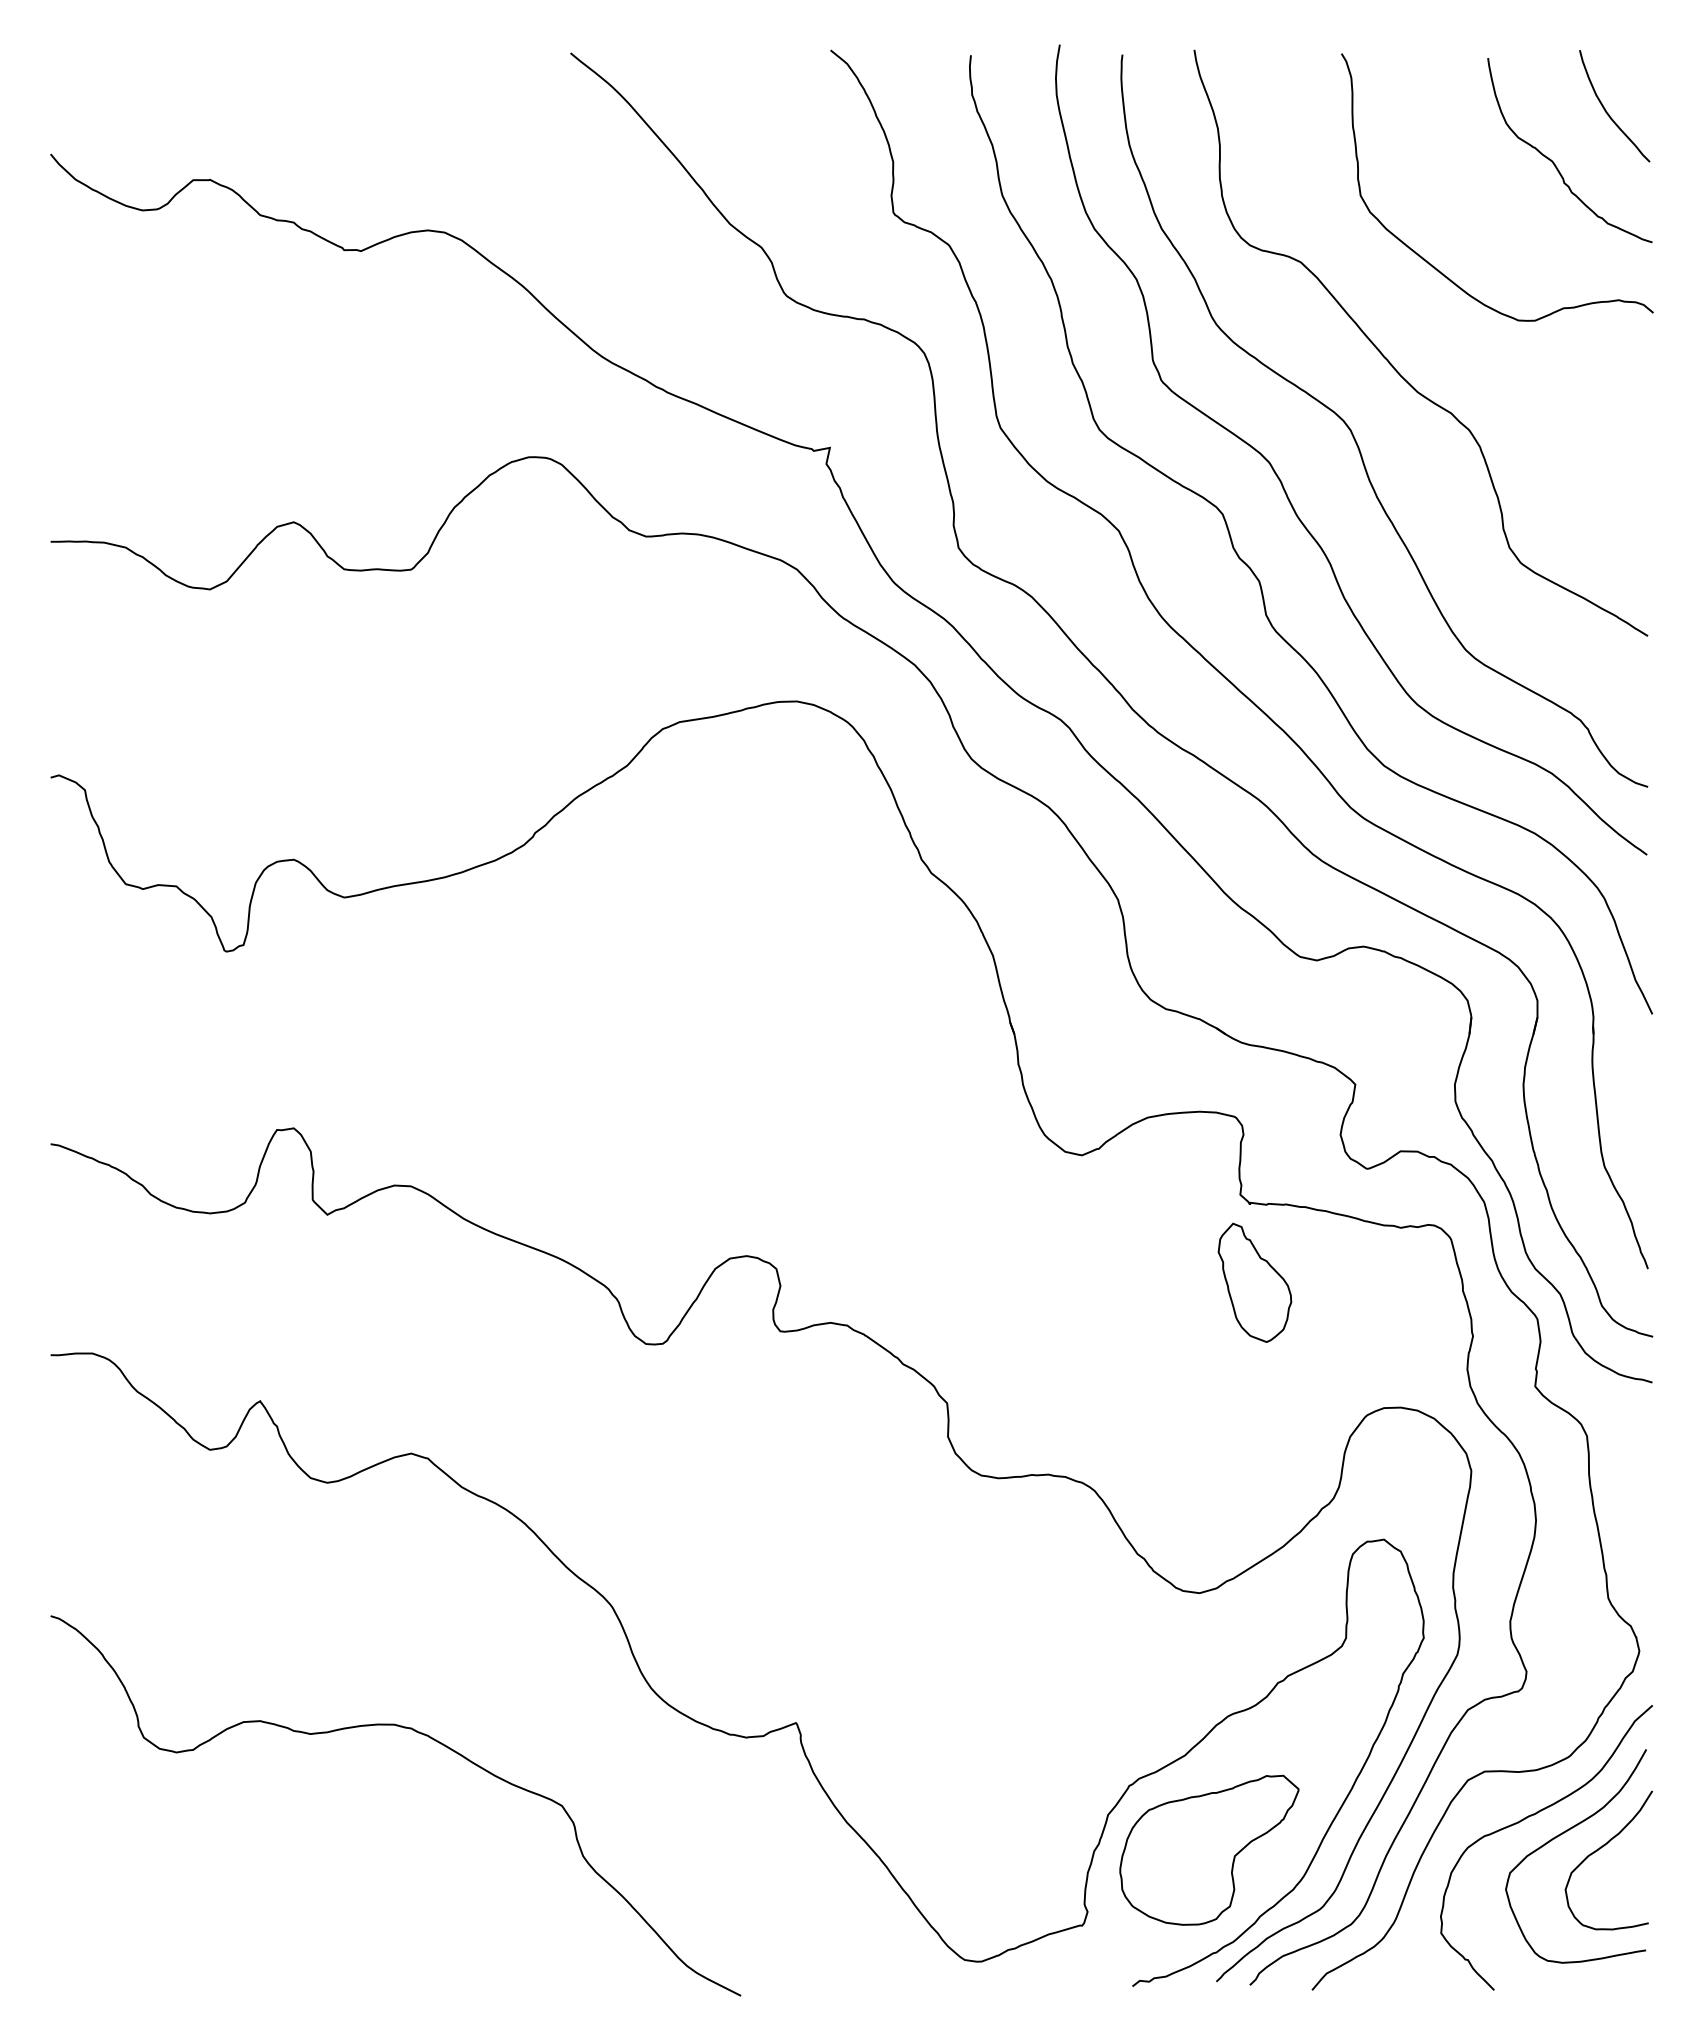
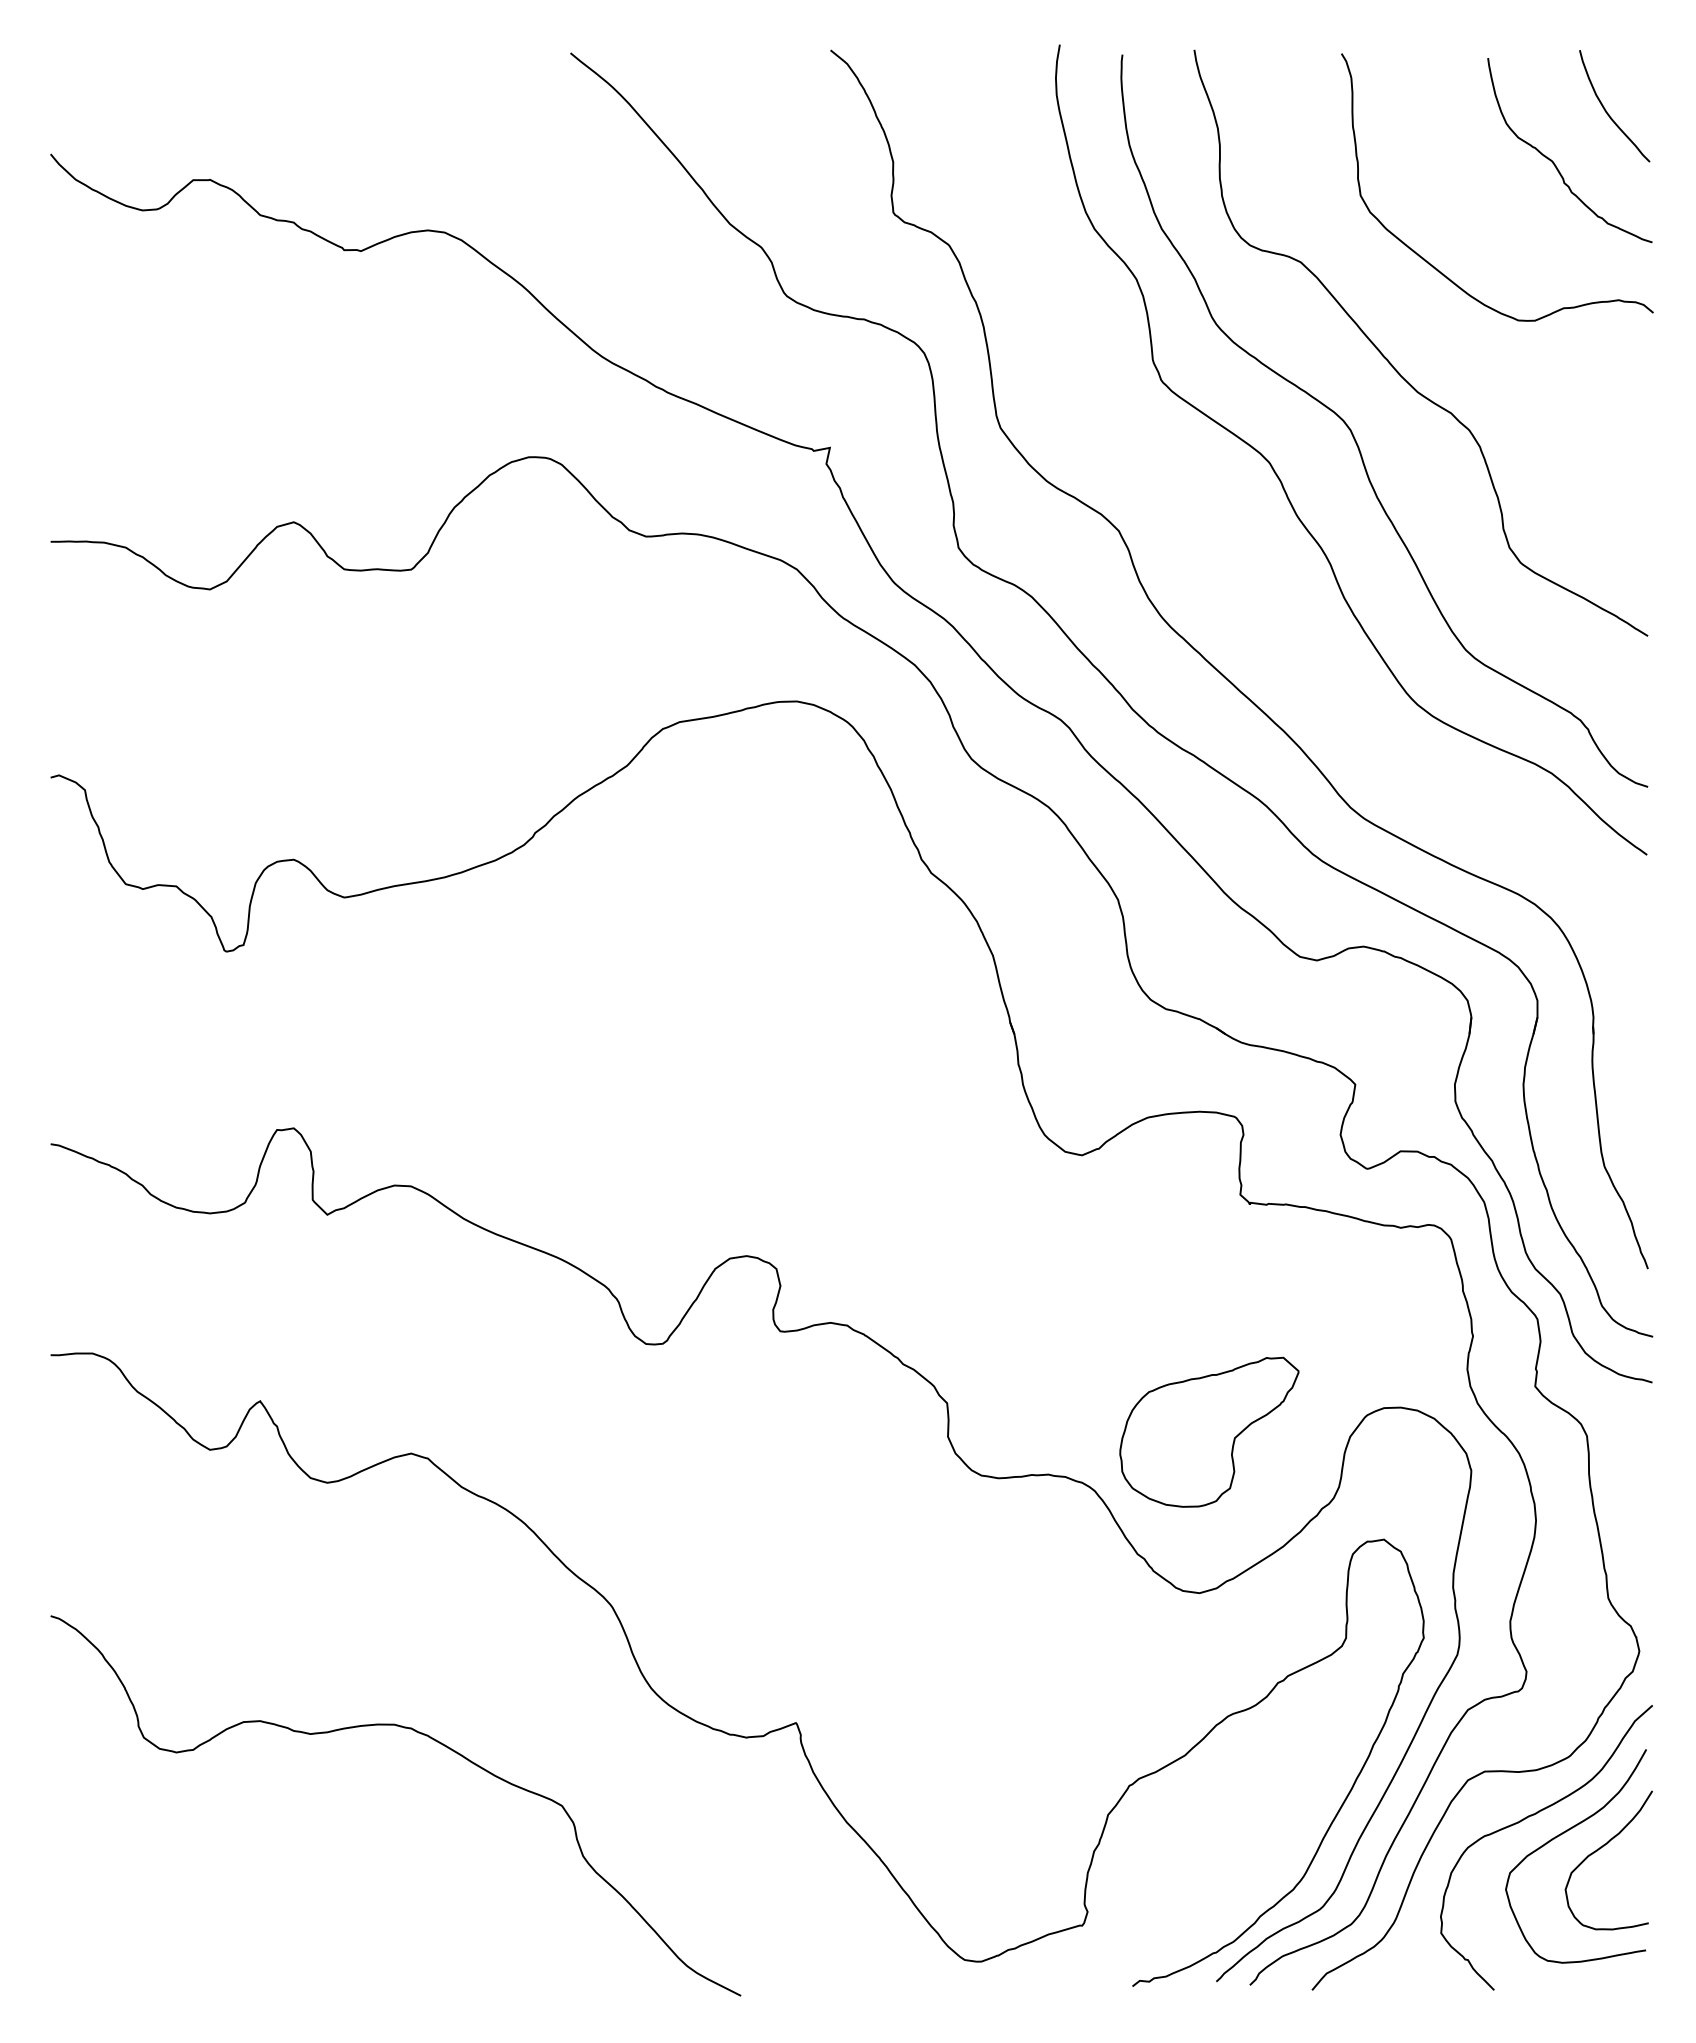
curve at (1254, 572): present -> none
part at (1254, 1282): present -> none
part at (1209, 1849) position: (1209, 1849) -> (1209, 1431)
